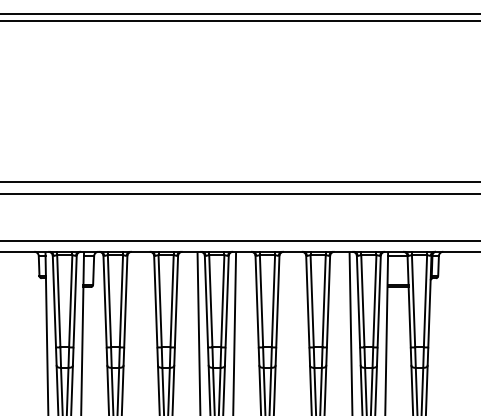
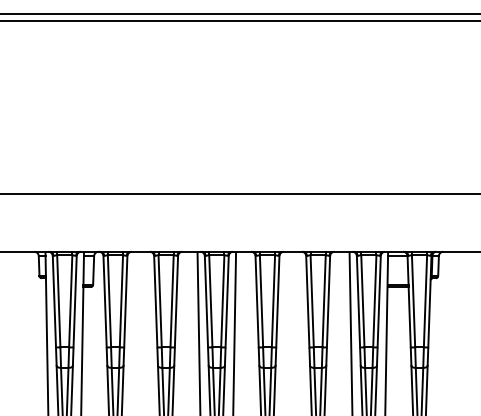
line at (239, 182): present -> none
line at (239, 241): present -> none
